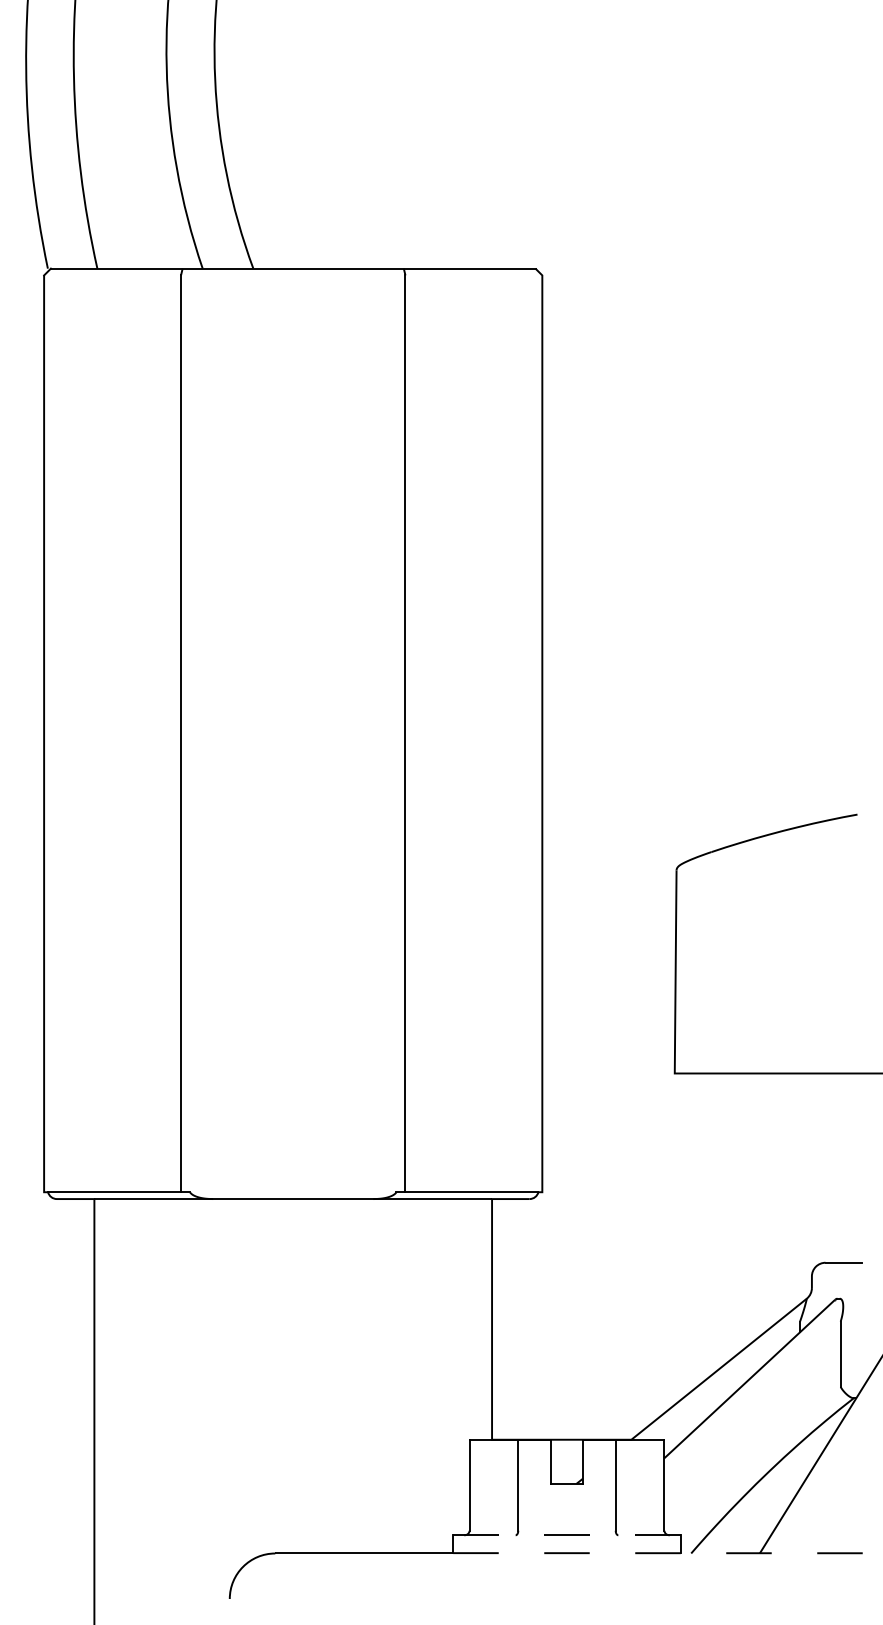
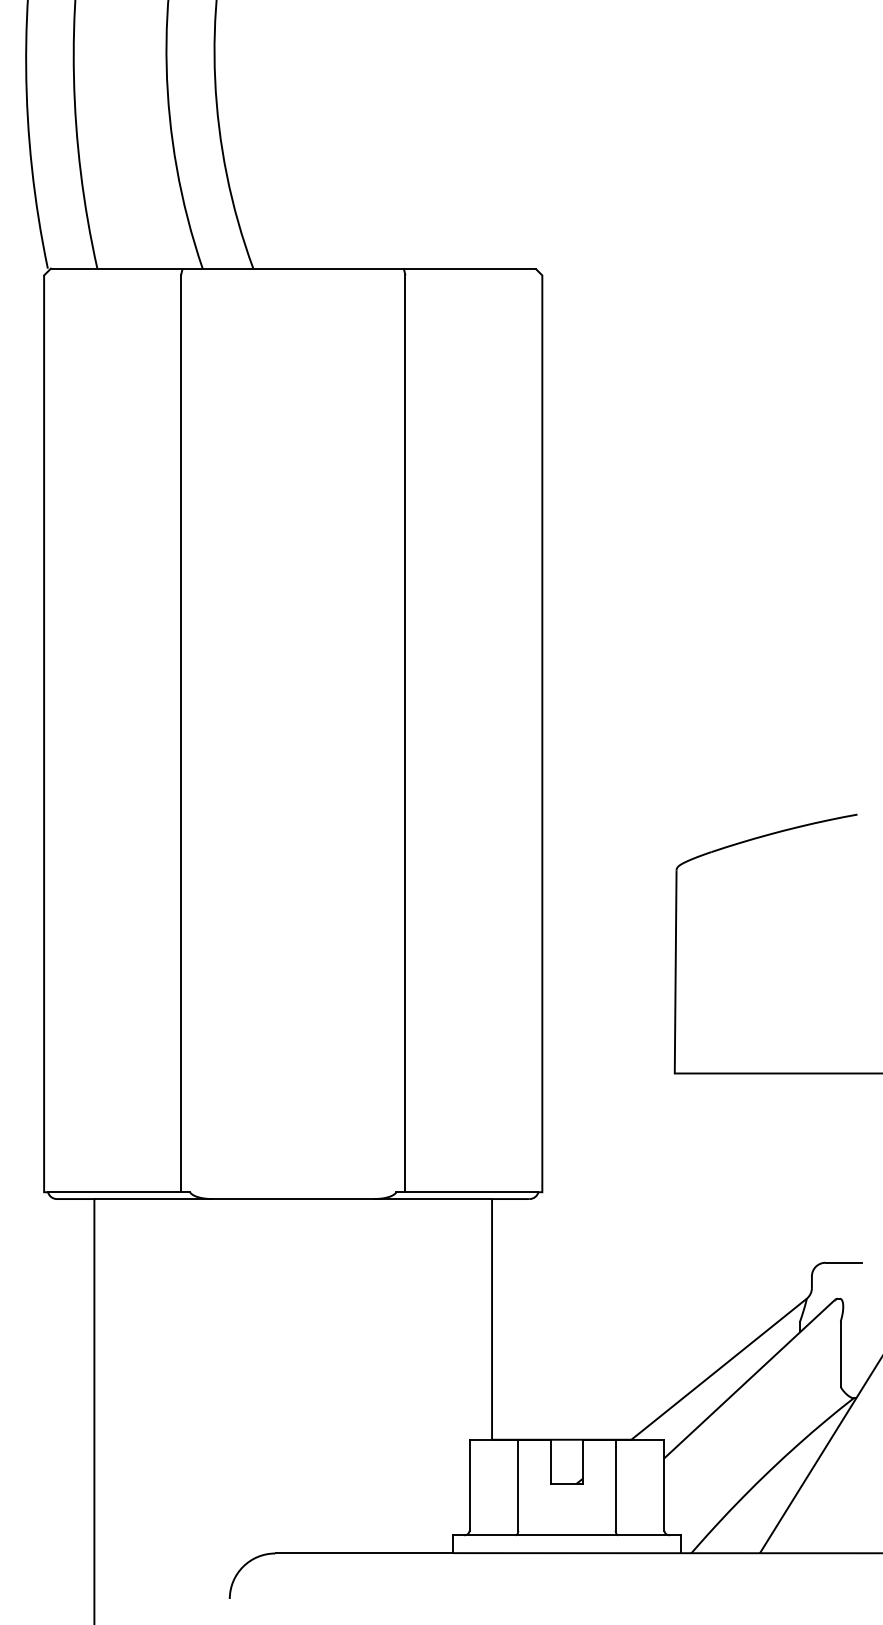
line at (566, 1535): dashed -> solid
line at (668, 1553): dashed -> solid
